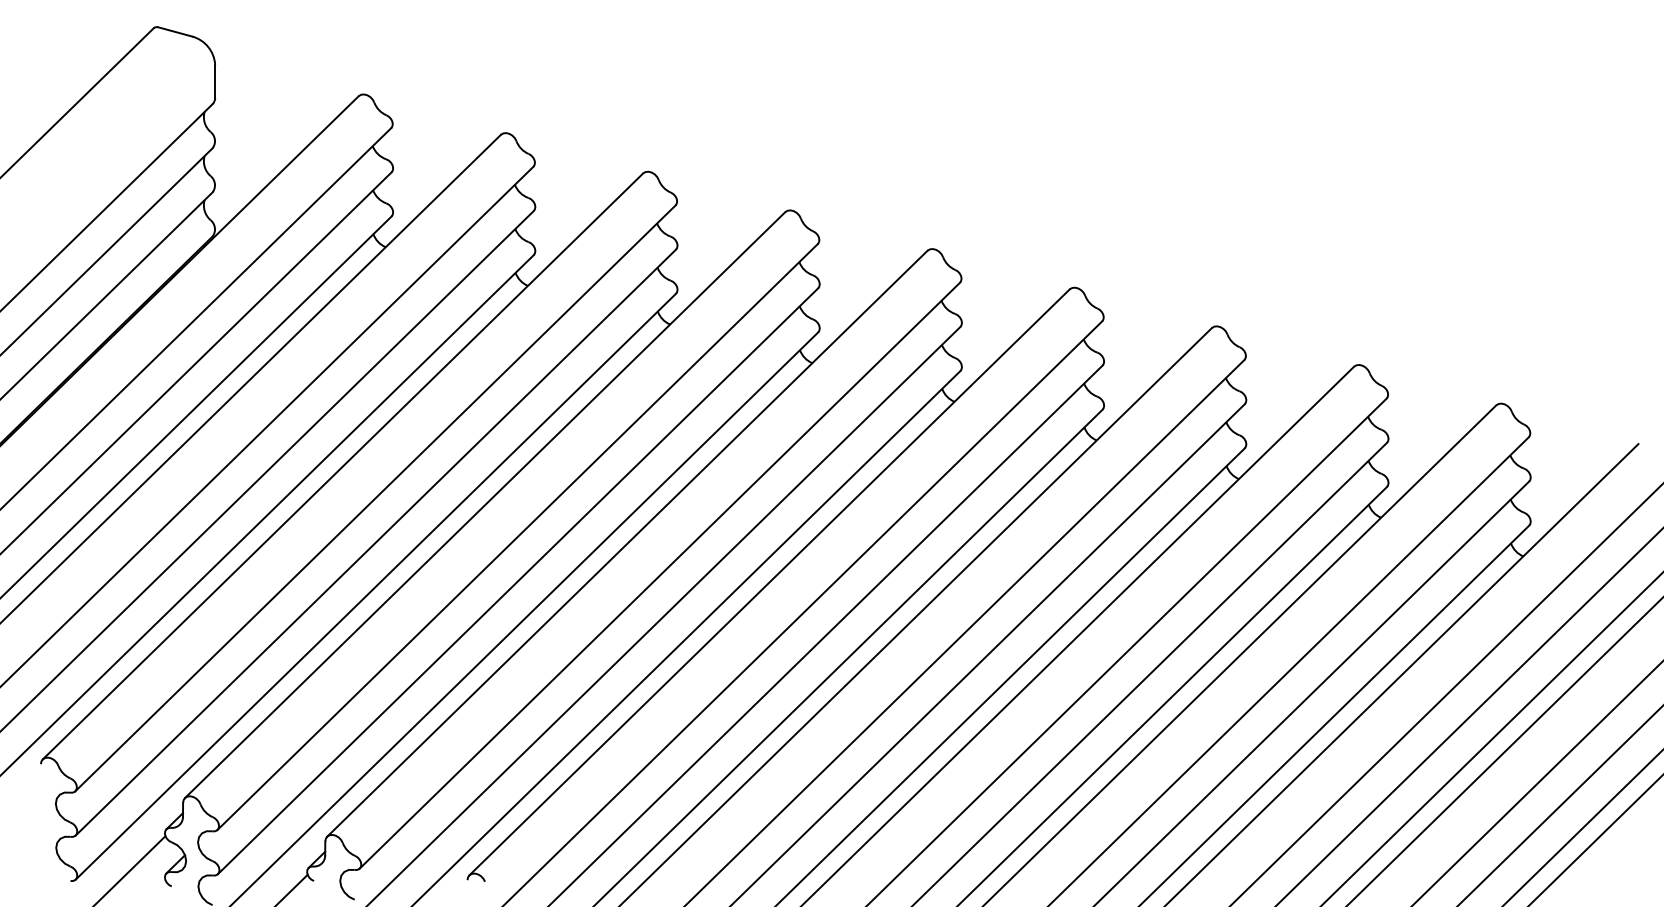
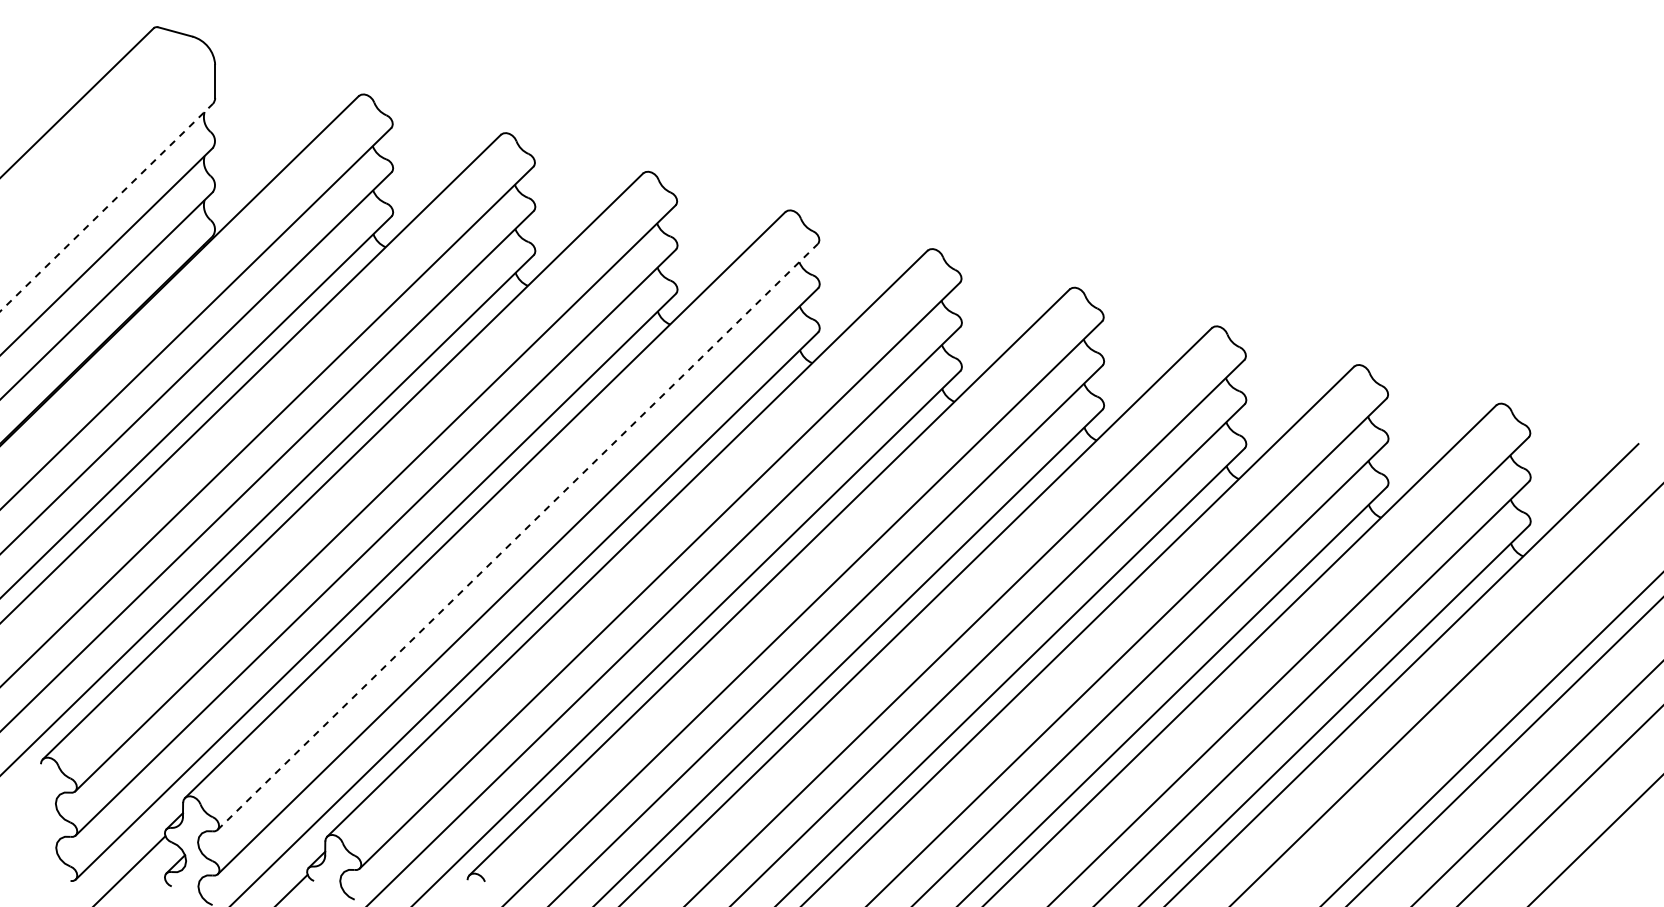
line at (106, 207): solid -> dashed
line at (518, 536): solid -> dashed
line at (1469, 716): present -> none
line at (1582, 827): present -> none
